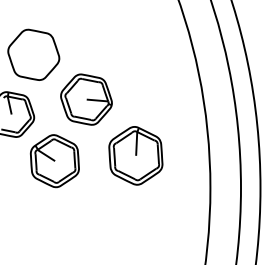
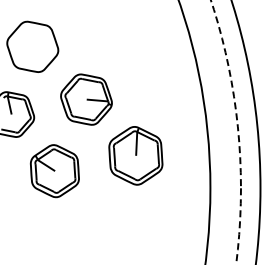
part at (33, 54) position: (33, 54) -> (32, 46)
circle at (225, 132): solid -> dashed
part at (54, 161) position: (54, 161) -> (54, 171)
